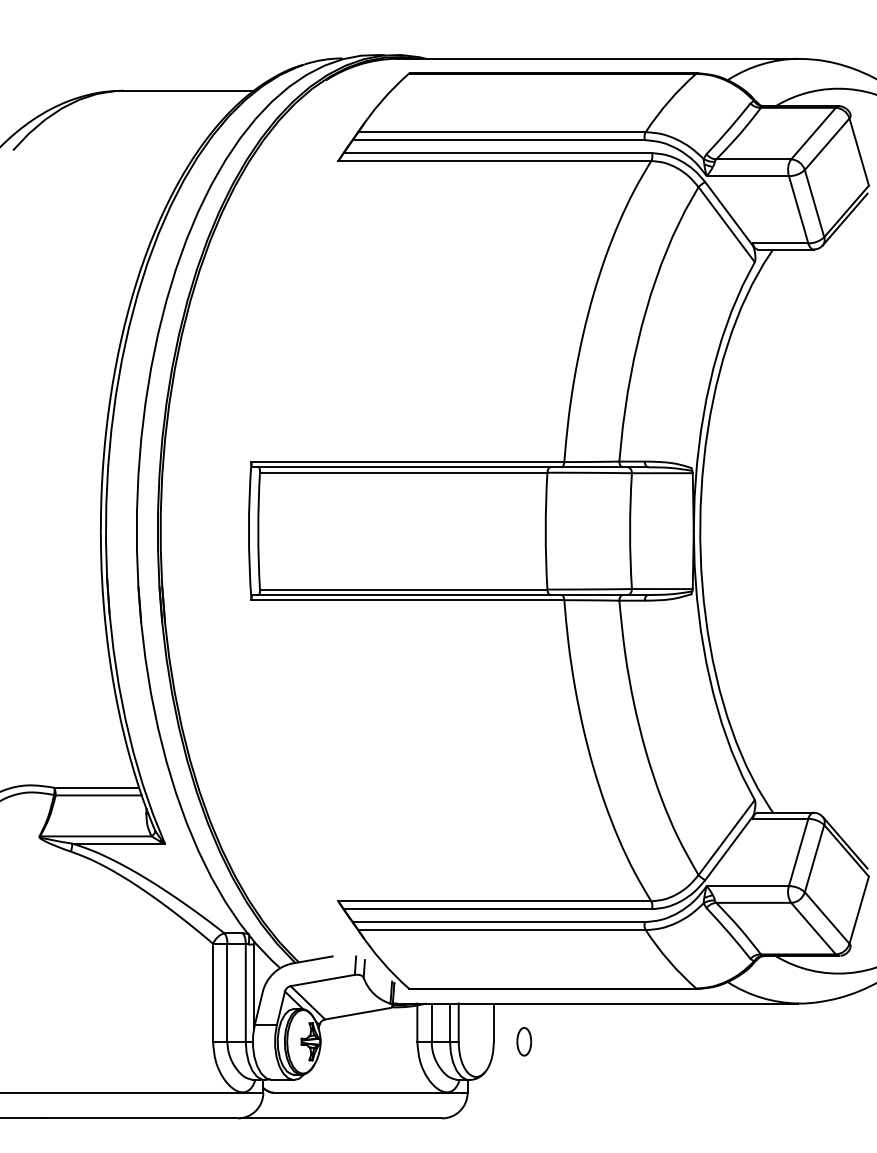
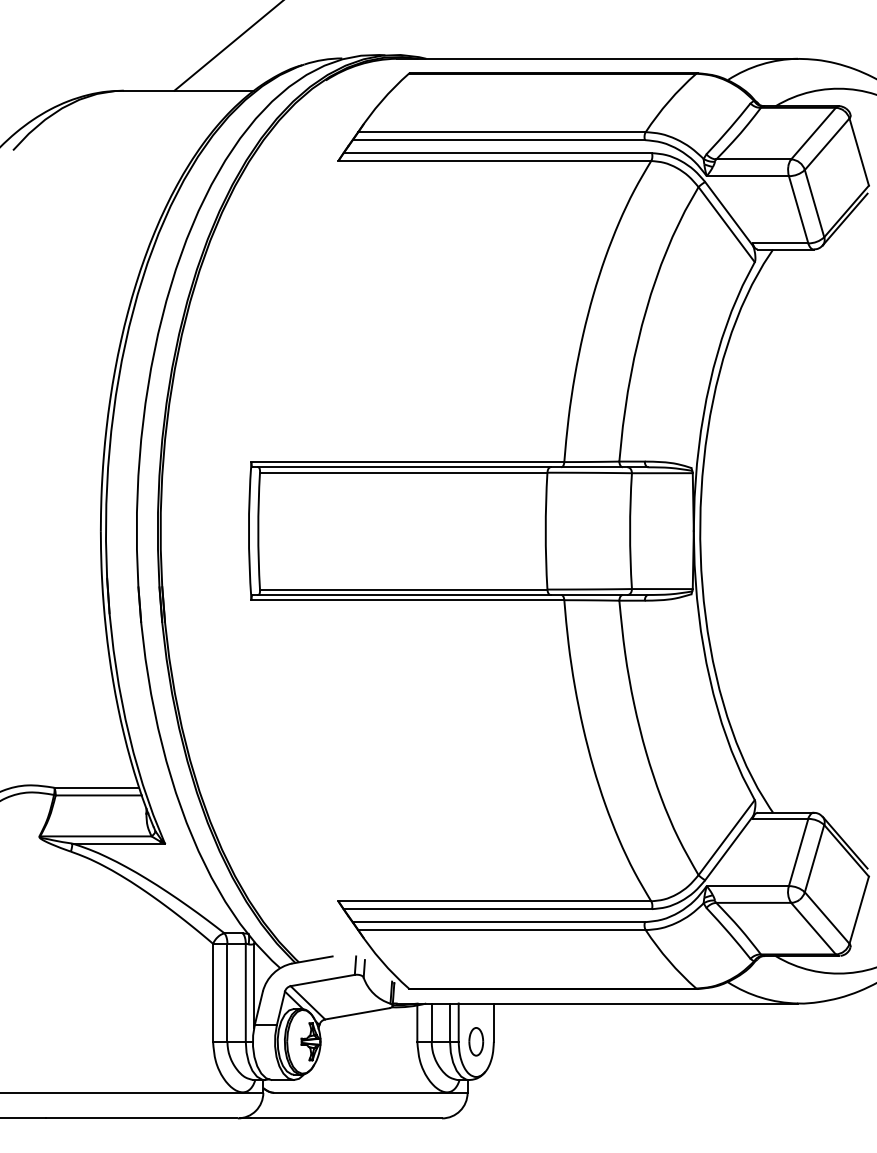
line at (227, 46): none -> present
part at (524, 1041) position: (524, 1041) -> (476, 1041)
